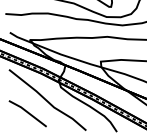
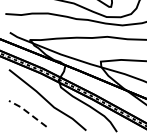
line at (28, 112): solid -> dashed
